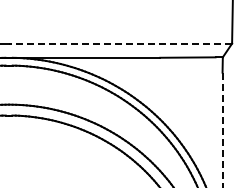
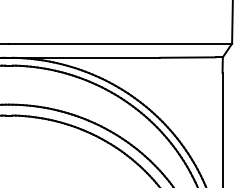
line at (120, 43): dashed -> solid
line at (222, 130): dashed -> solid
